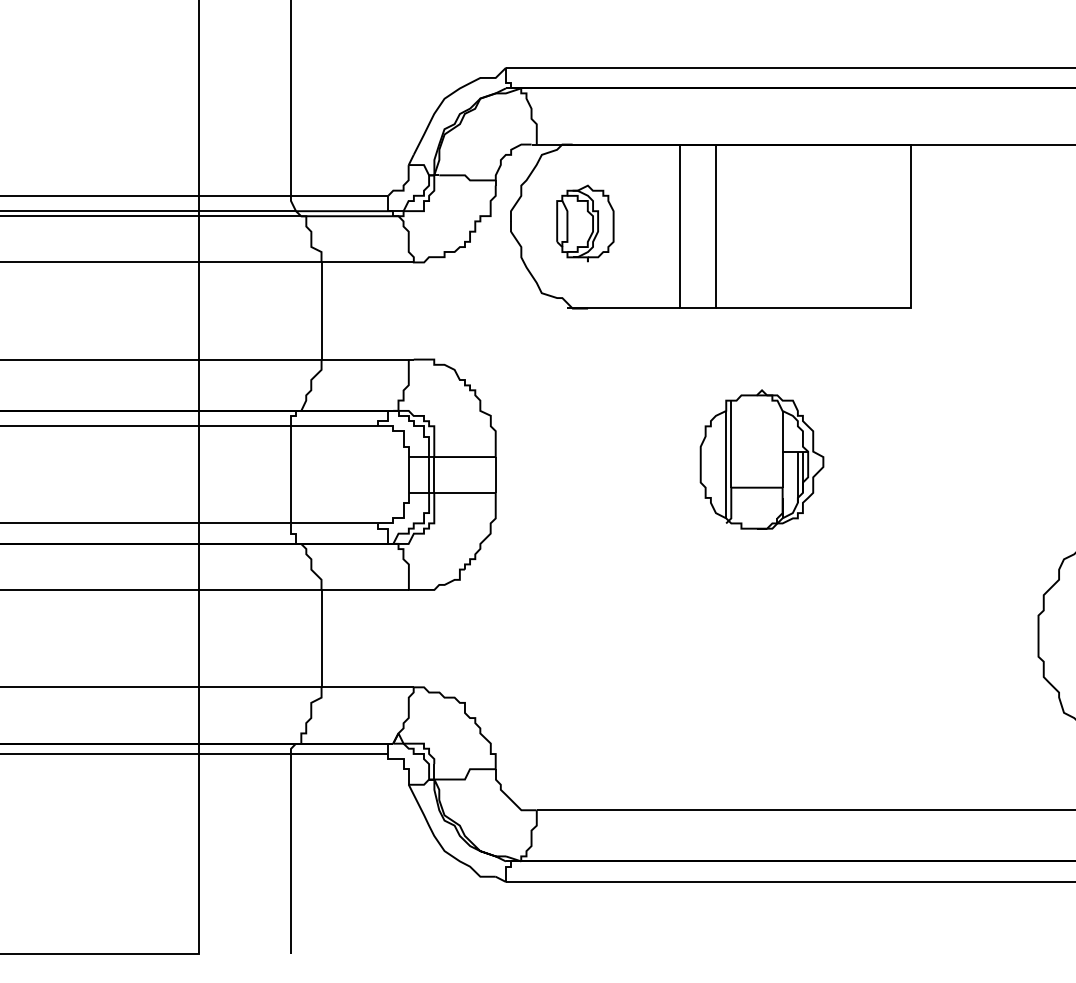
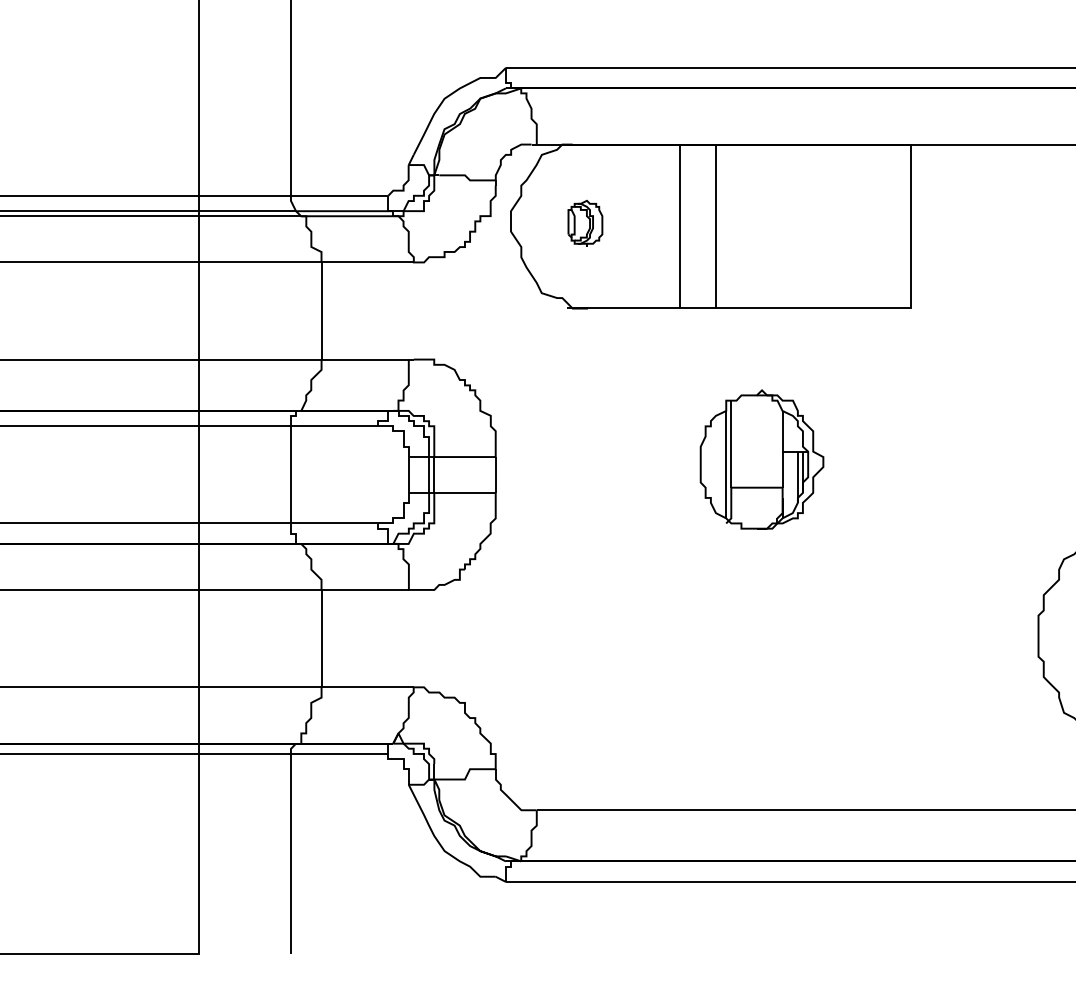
part at (585, 223) size: 59x79 px -> 37x48 px
